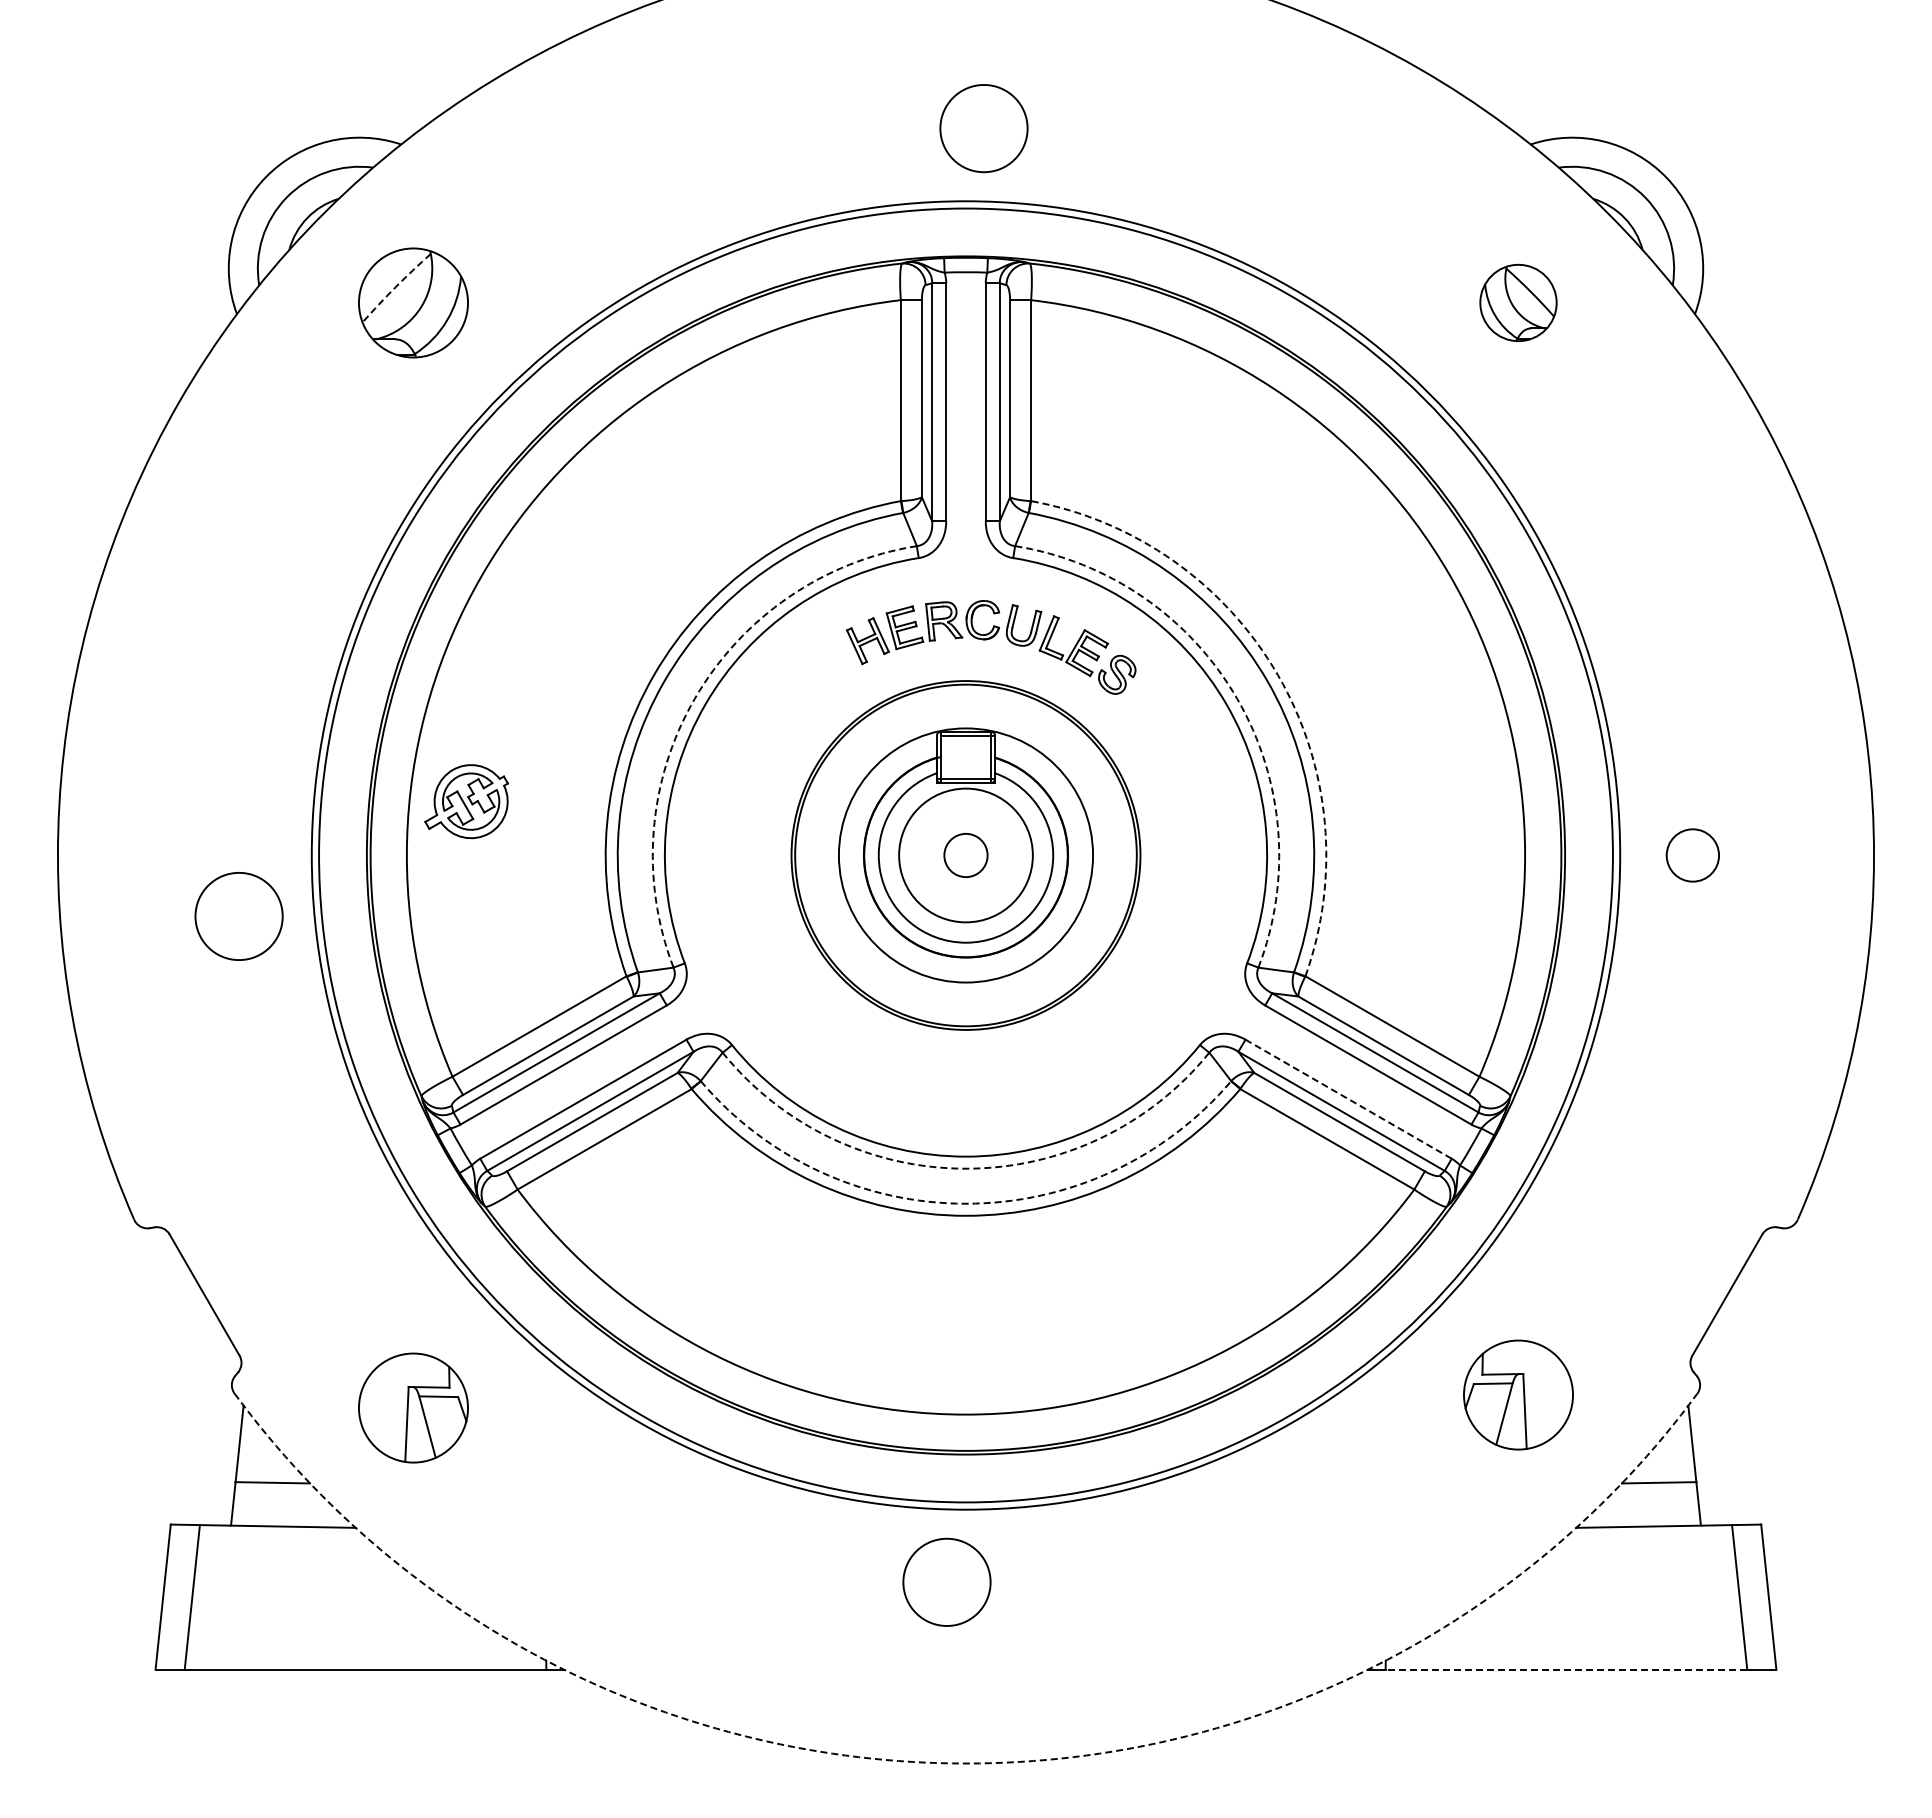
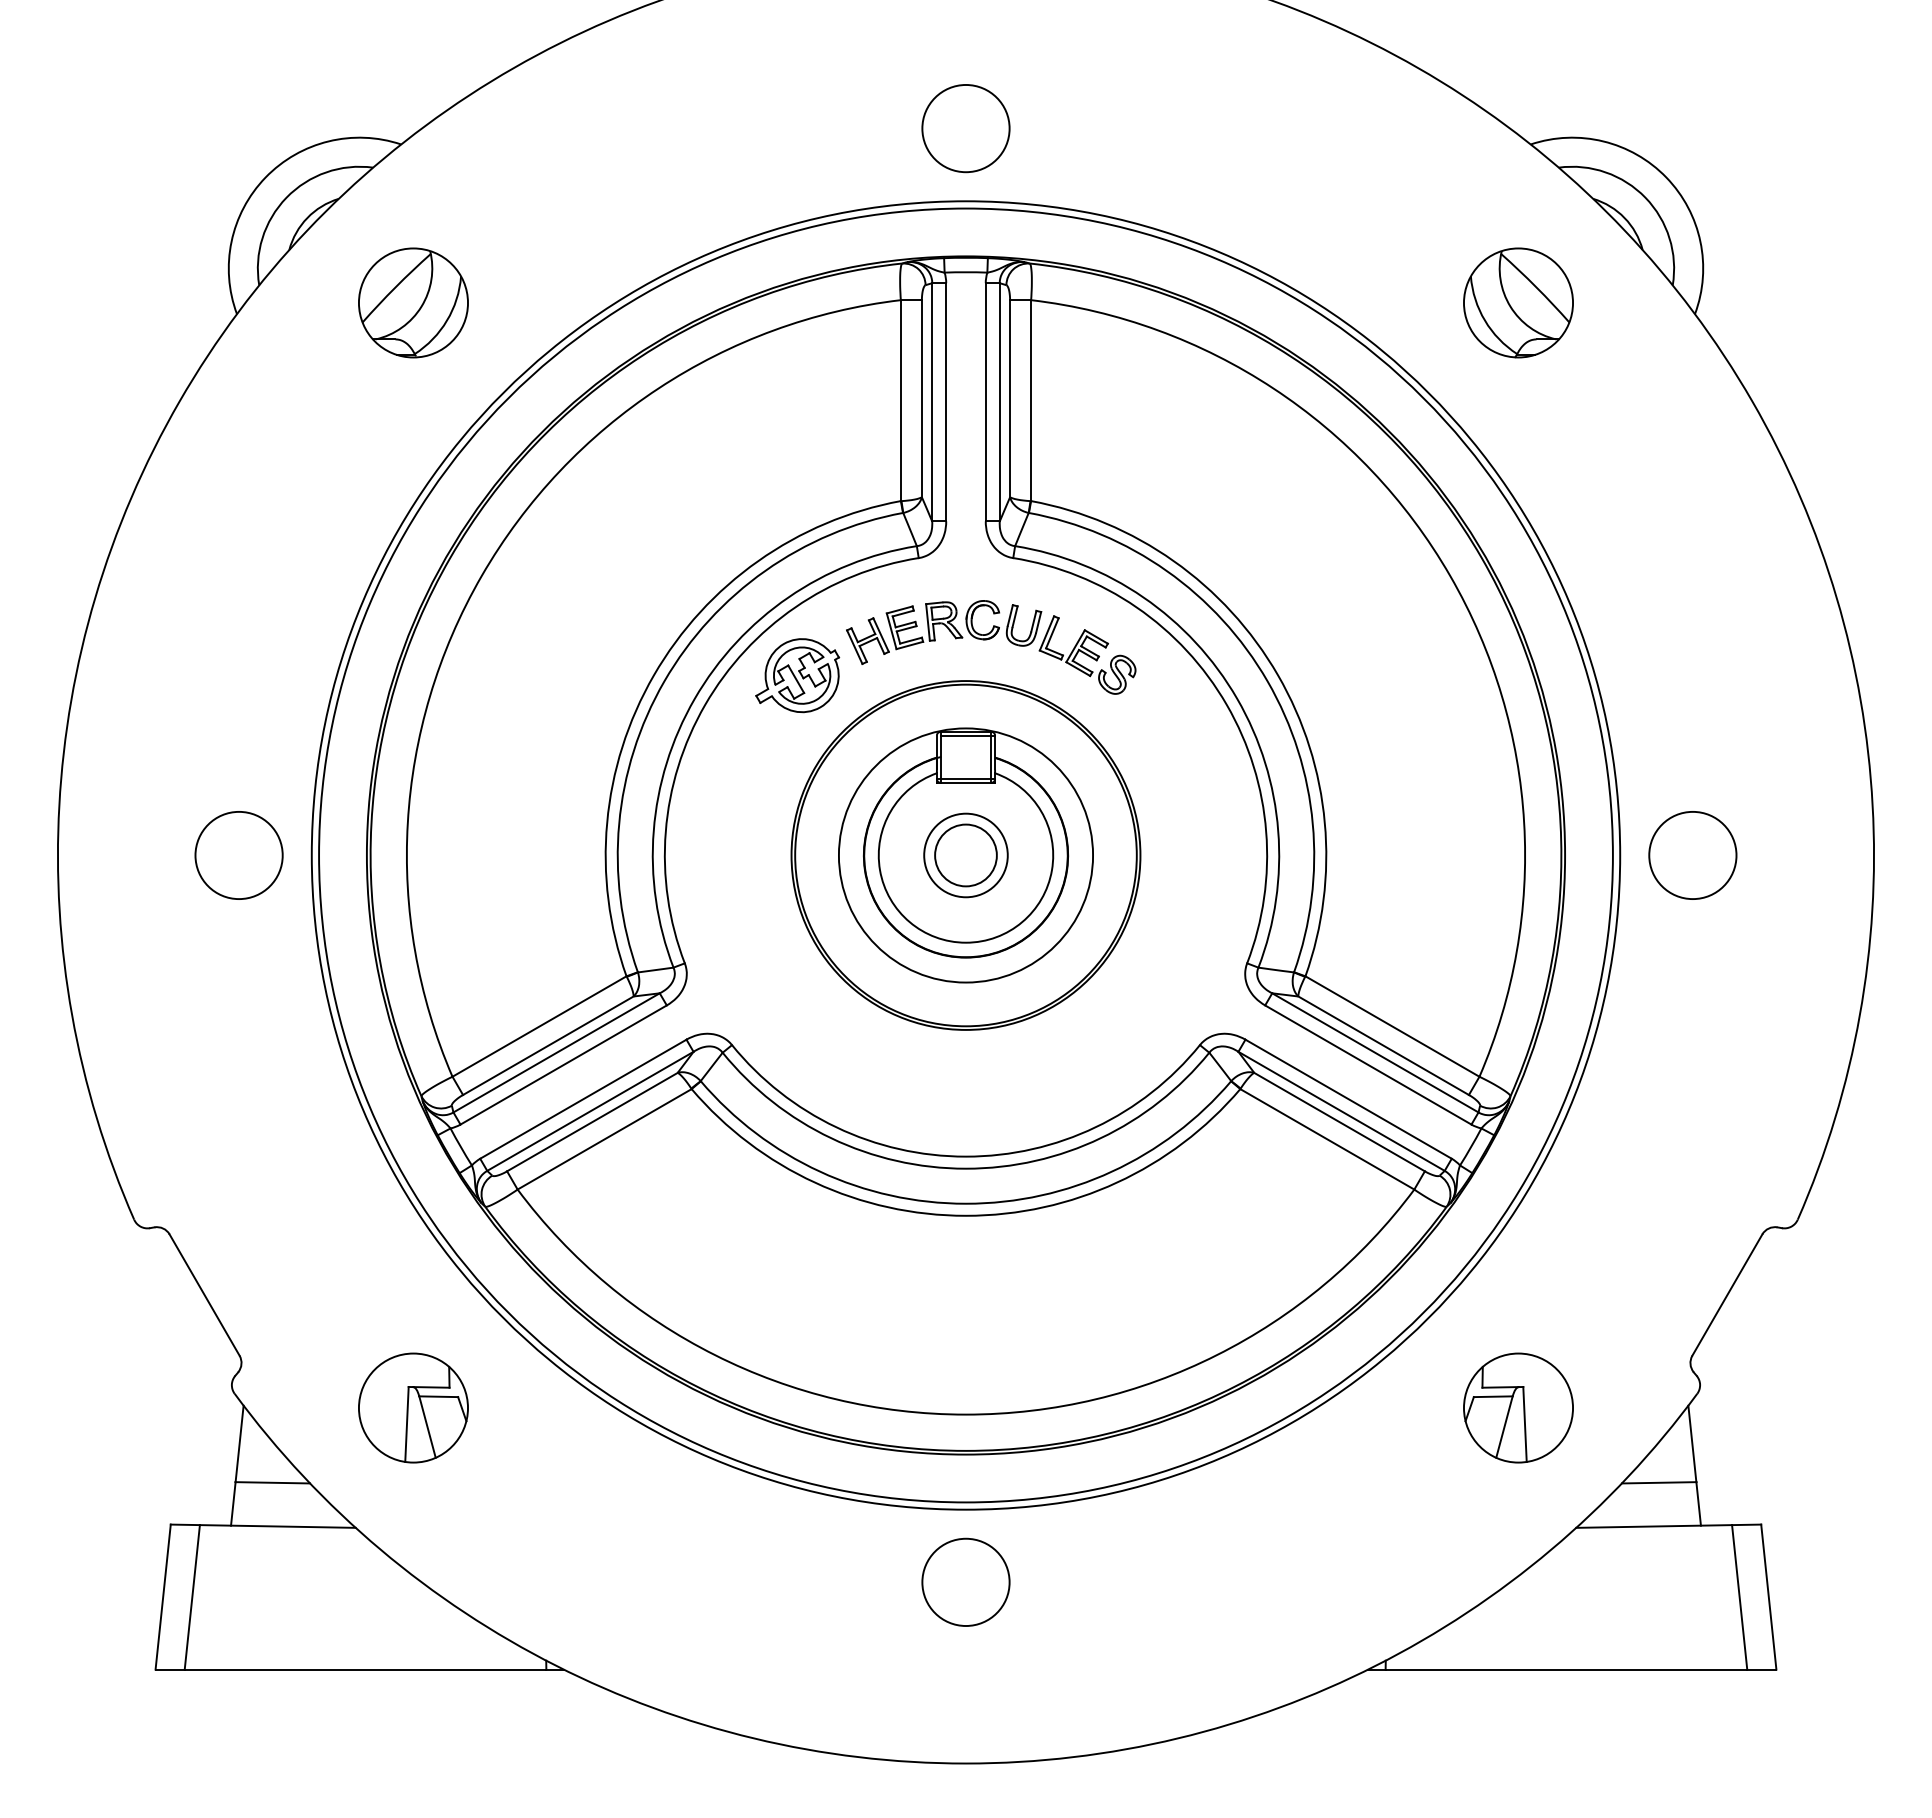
circle at (983, 128) position: (983, 128) -> (965, 128)
arc at (395, 287): dashed -> solid
part at (1518, 302) size: 79x79 px -> 111x112 px
arc at (1278, 675): dashed -> solid
arc at (694, 698): dashed -> solid
arc at (1237, 698): dashed -> solid
part at (466, 801) position: (466, 801) -> (797, 675)
circle at (965, 855) diameter: 134 px -> 84 px
circle at (965, 855) diameter: 43 px -> 62 px
circle at (1692, 855) diameter: 52 px -> 87 px
circle at (238, 916) position: (238, 916) -> (238, 855)
line at (1349, 1099): dashed -> solid
arc at (966, 1168): dashed -> solid
arc at (966, 1203): dashed -> solid
part at (1518, 1394) position: (1518, 1394) -> (1518, 1407)
circle at (946, 1581) position: (946, 1581) -> (965, 1581)
line at (1566, 1669): dashed -> solid
arc at (965, 1763): dashed -> solid
